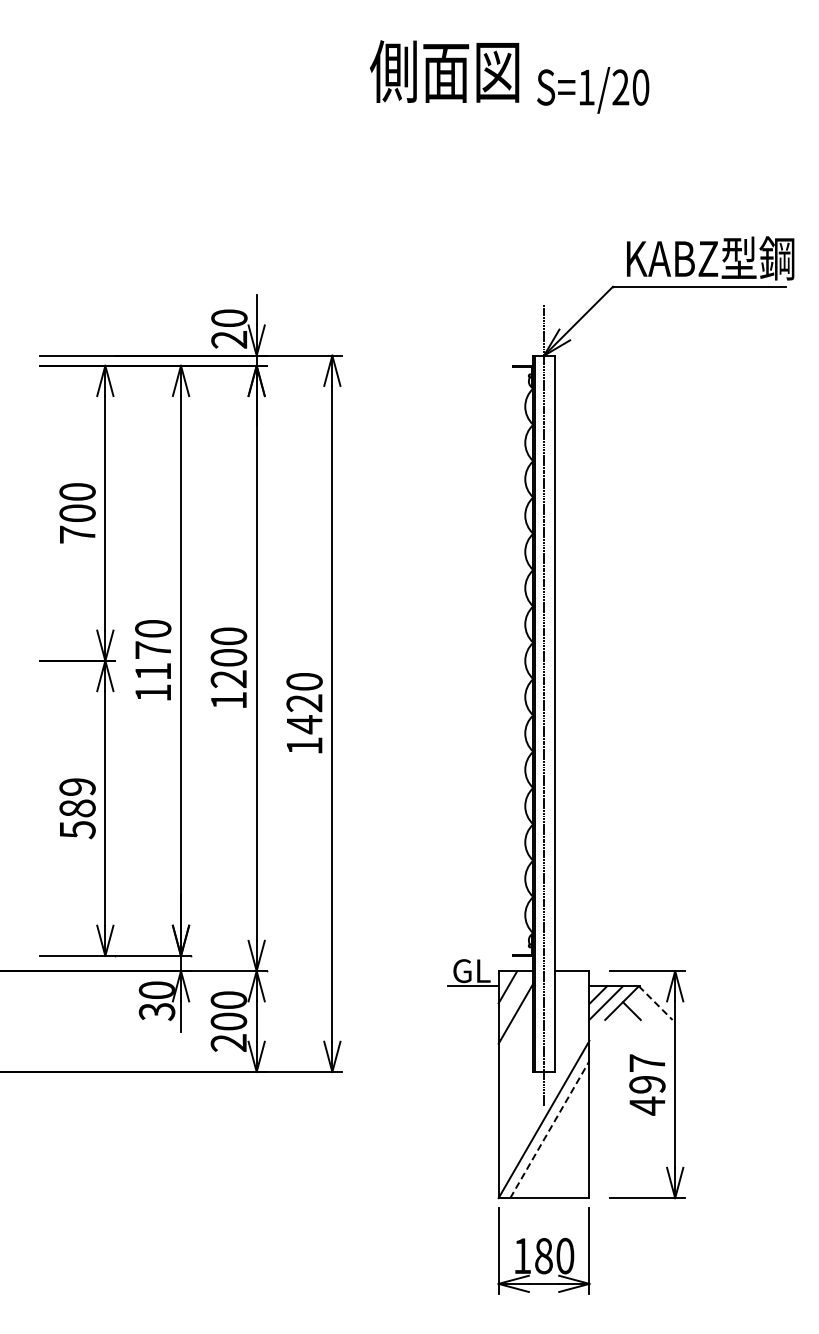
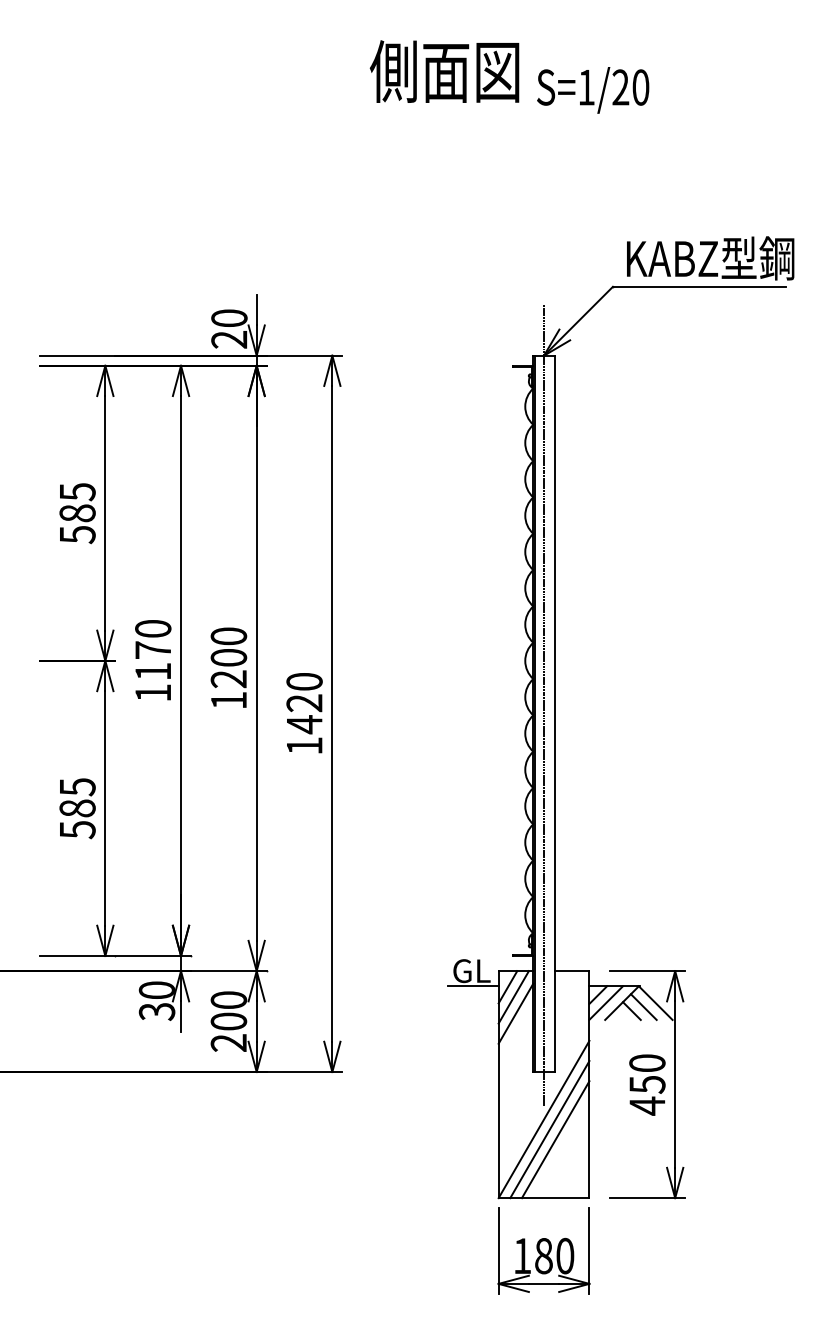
text at (77, 513): 700 -> 585
text at (77, 787): 589 -> 585
line at (513, 997): none -> present
line at (655, 1003): dashed -> solid
line at (643, 1006): none -> present
text at (647, 1073): 497 -> 450
line at (550, 1129): dashed -> solid
line at (555, 1139): none -> present
